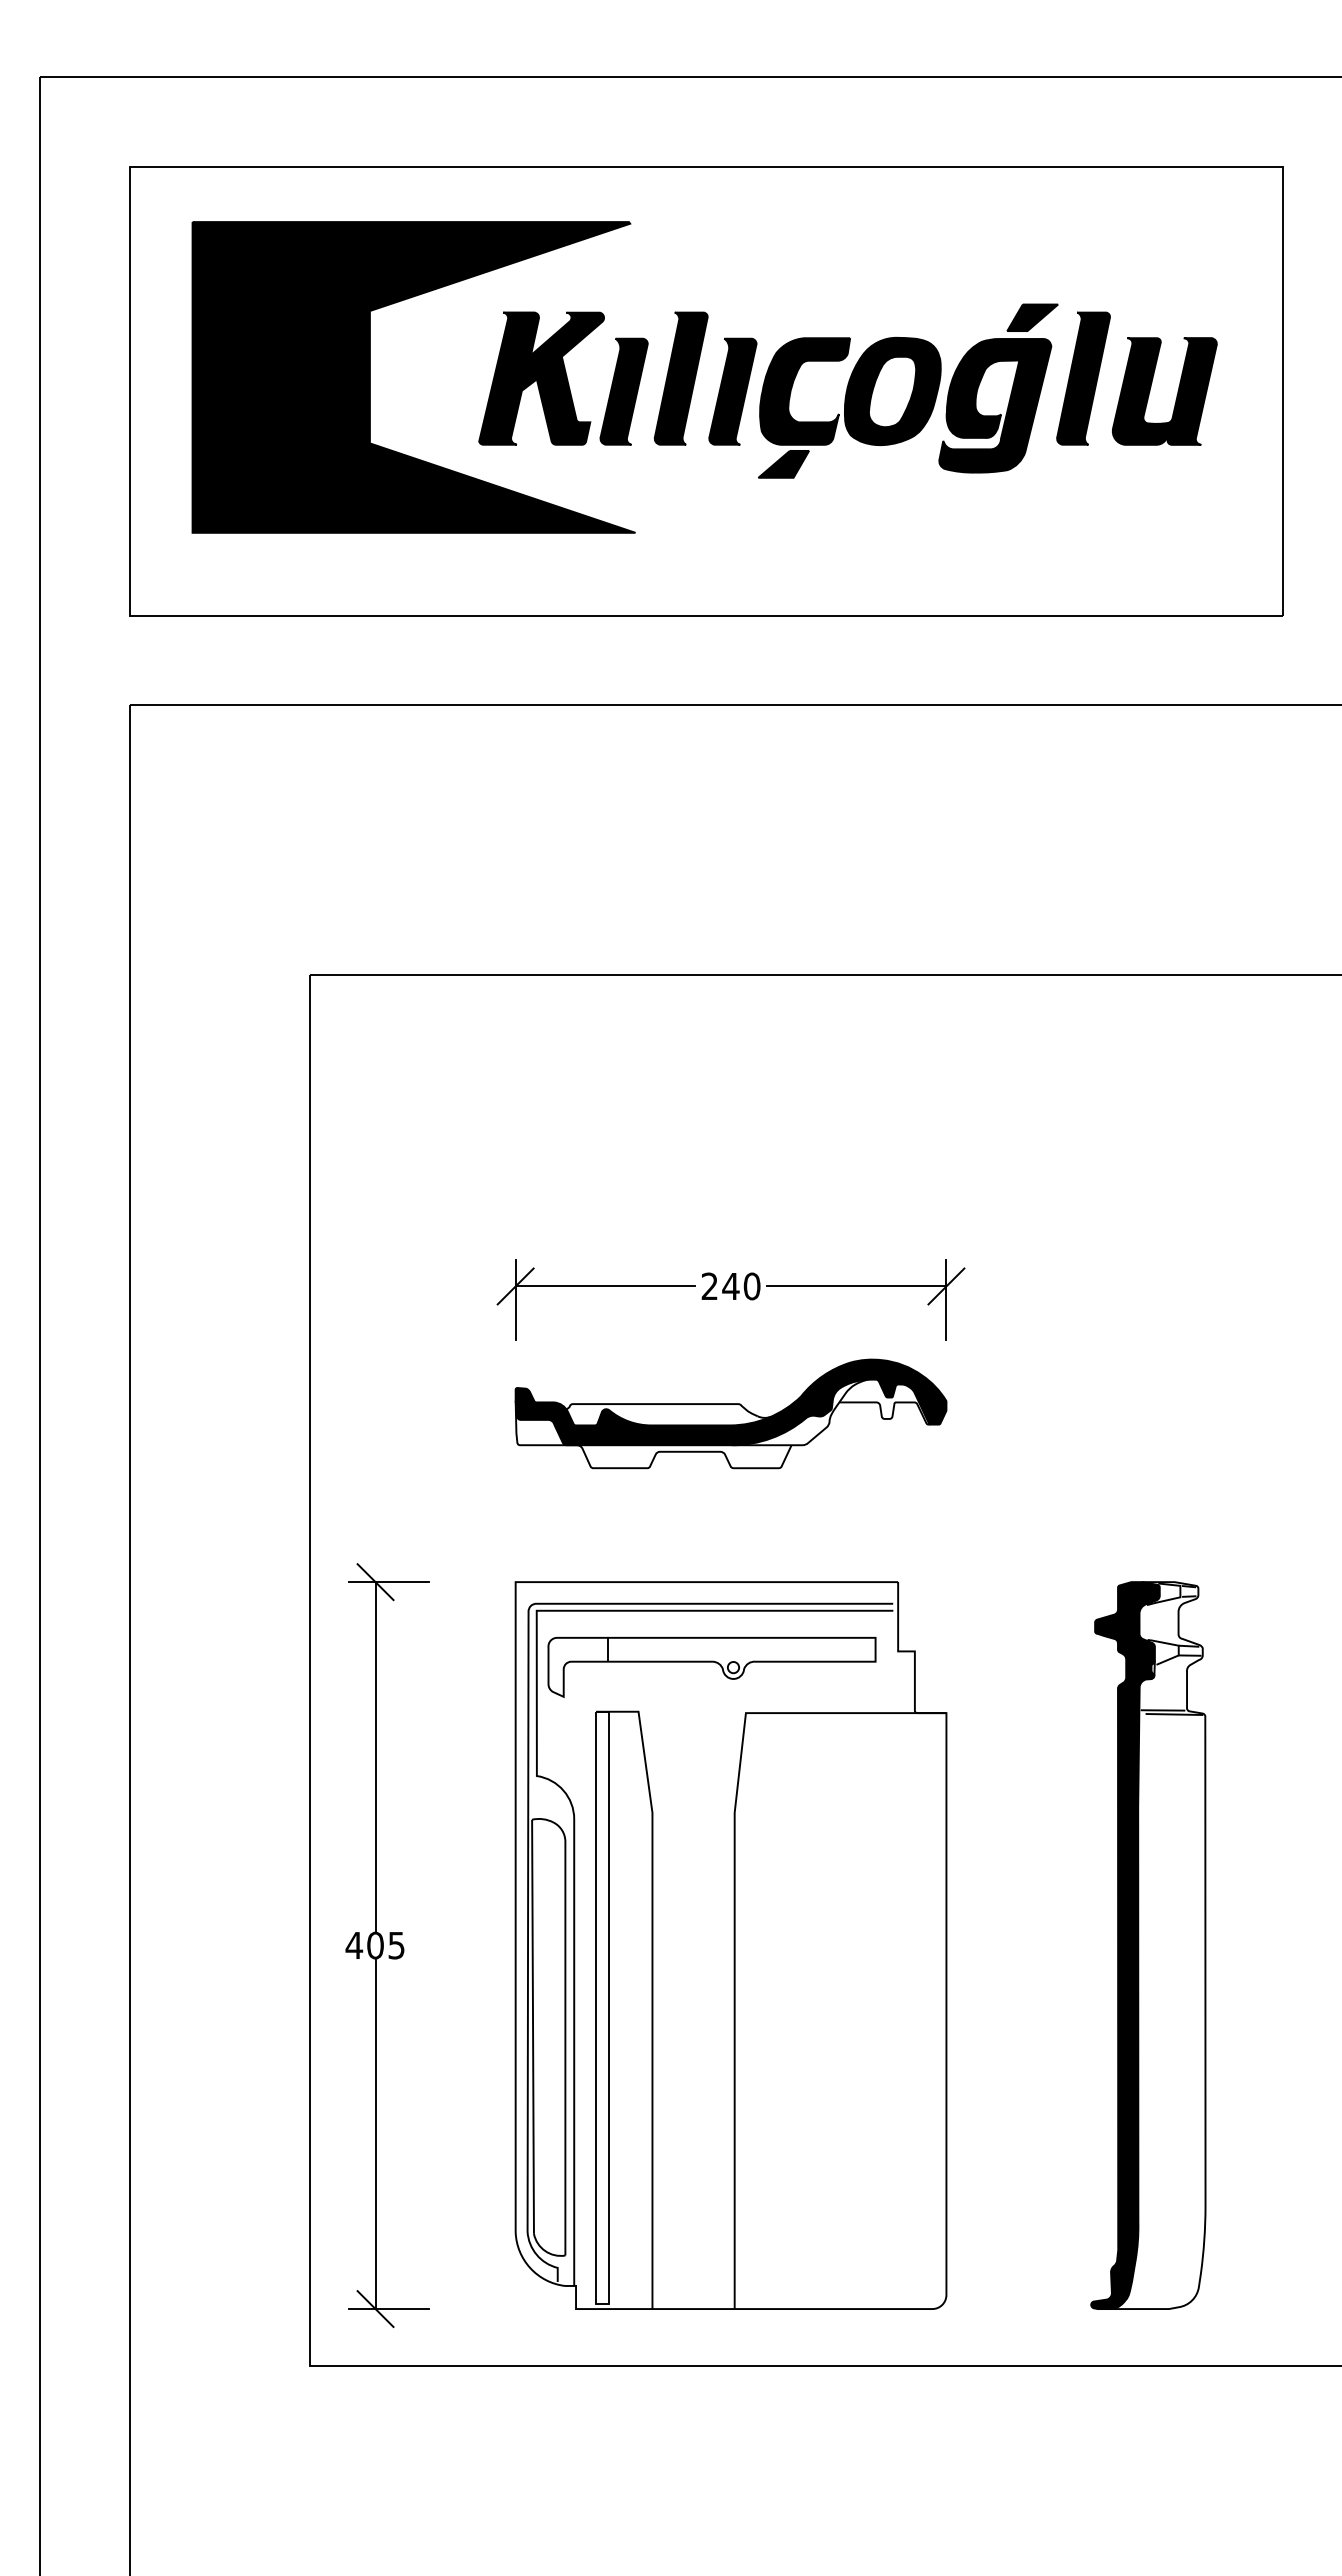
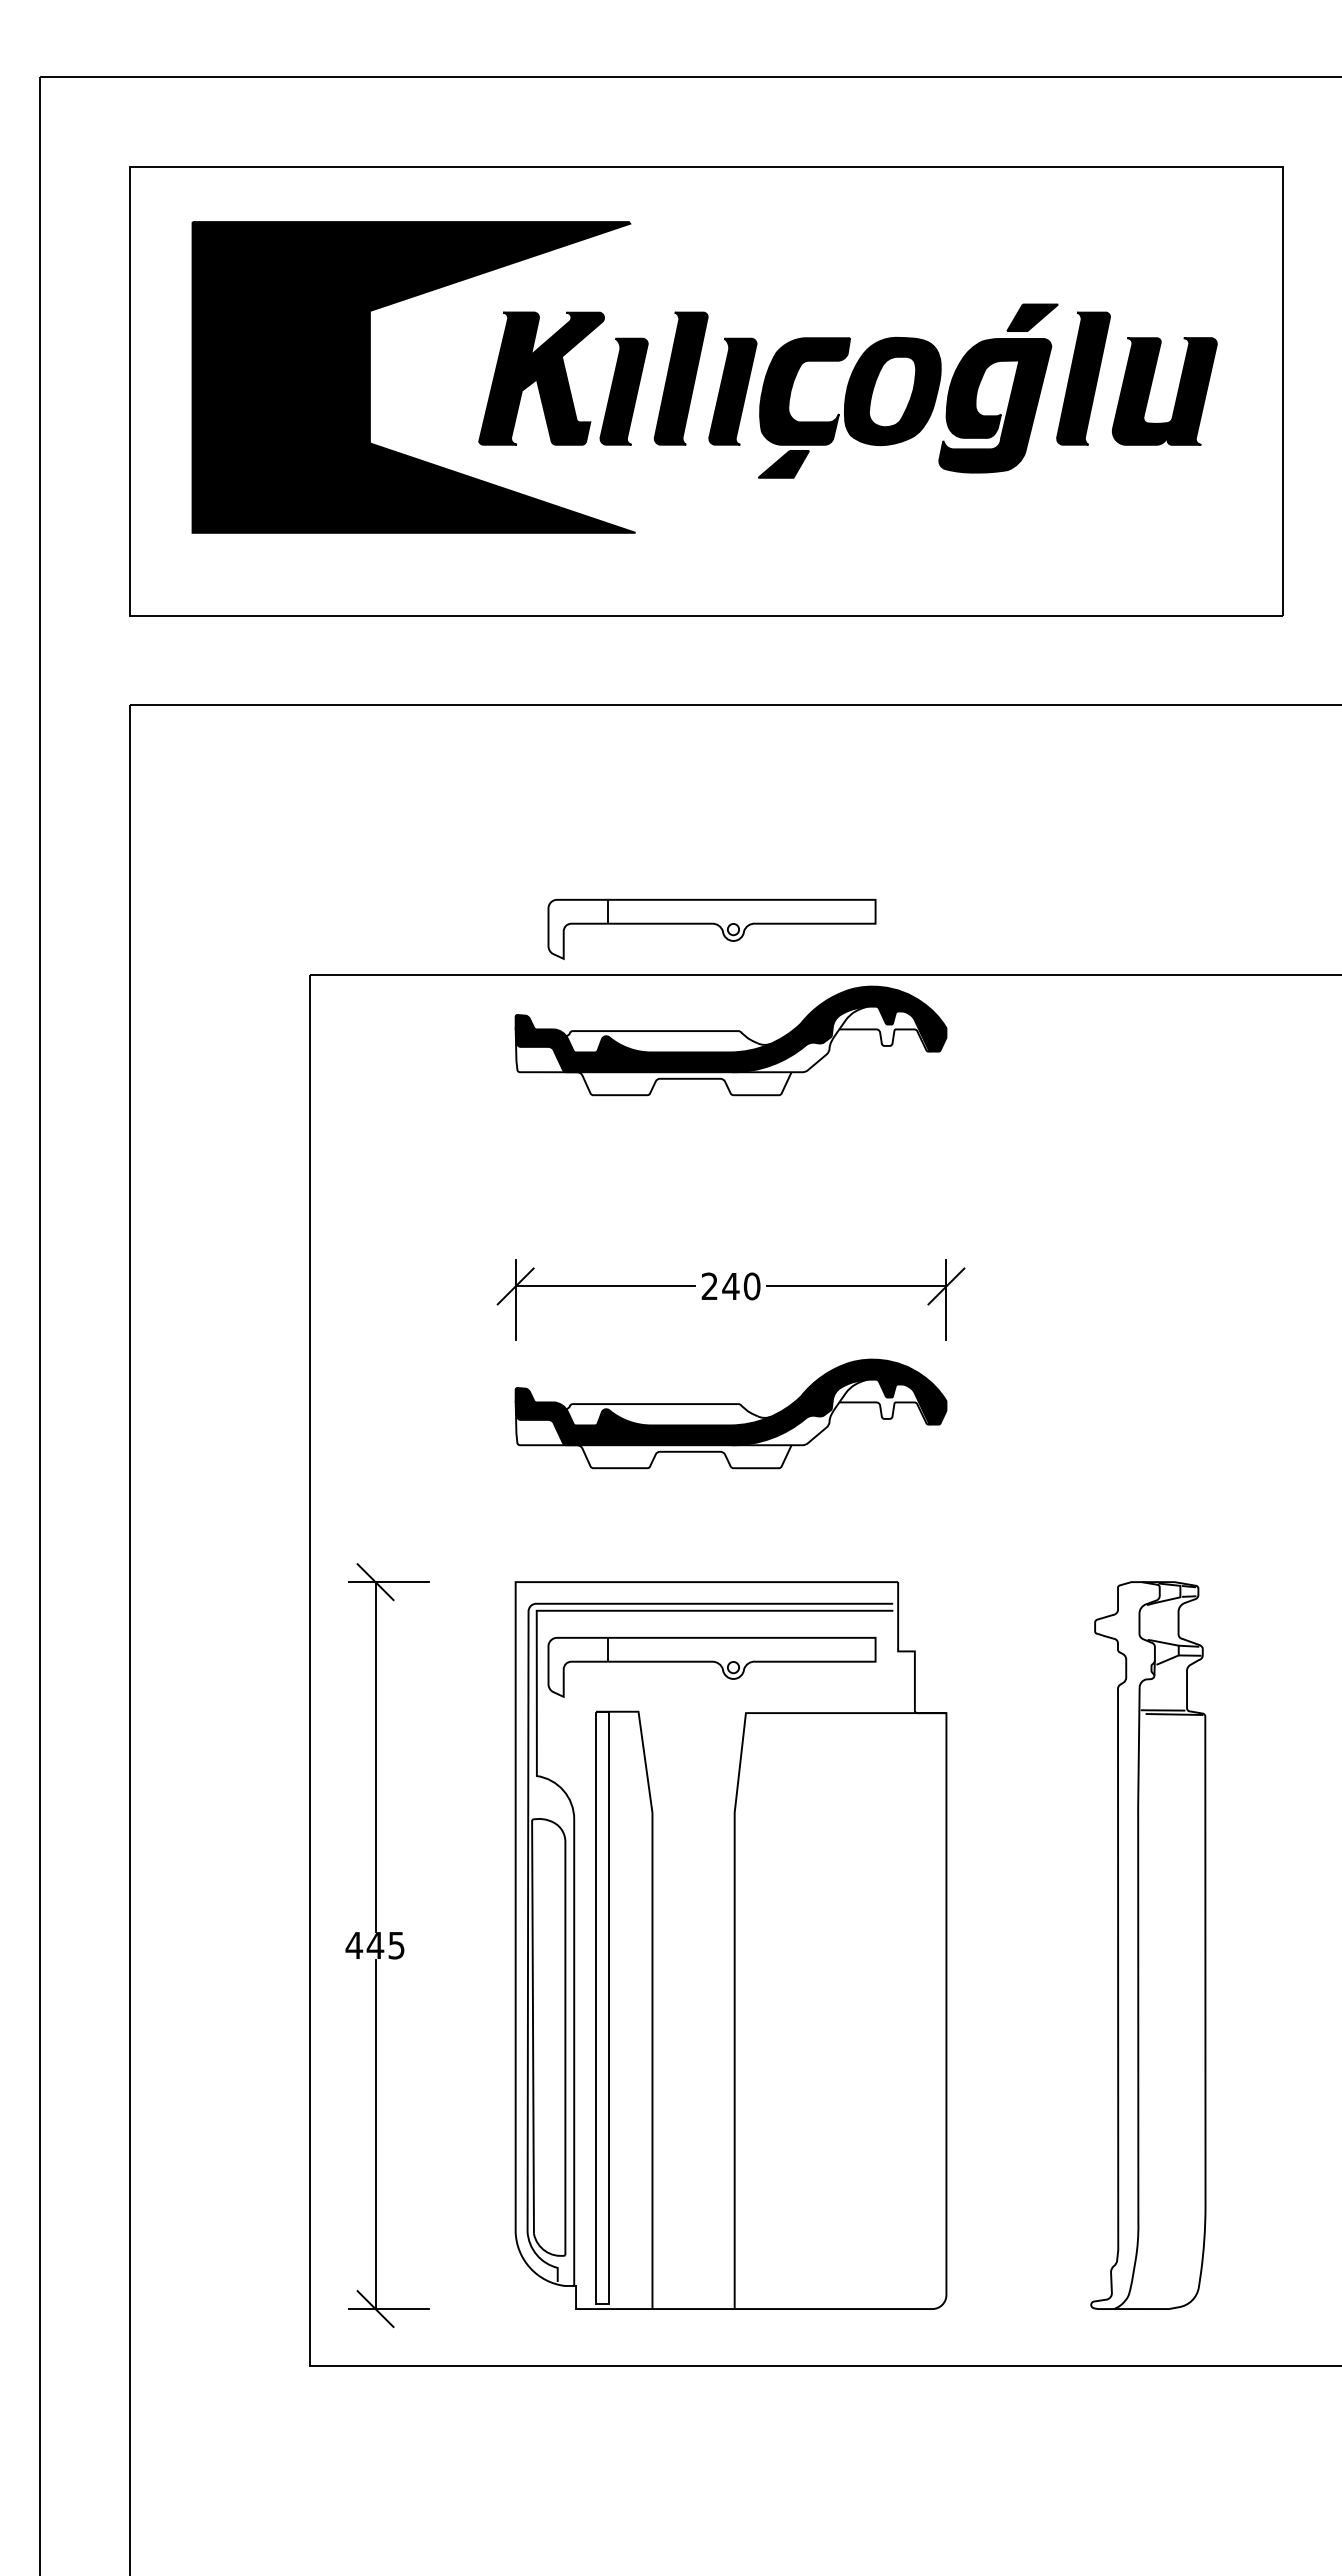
part at (711, 929): none -> present
part at (730, 1040): none -> present
text at (375, 1945): 405 -> 445
fill at (1125, 1945): present -> none
